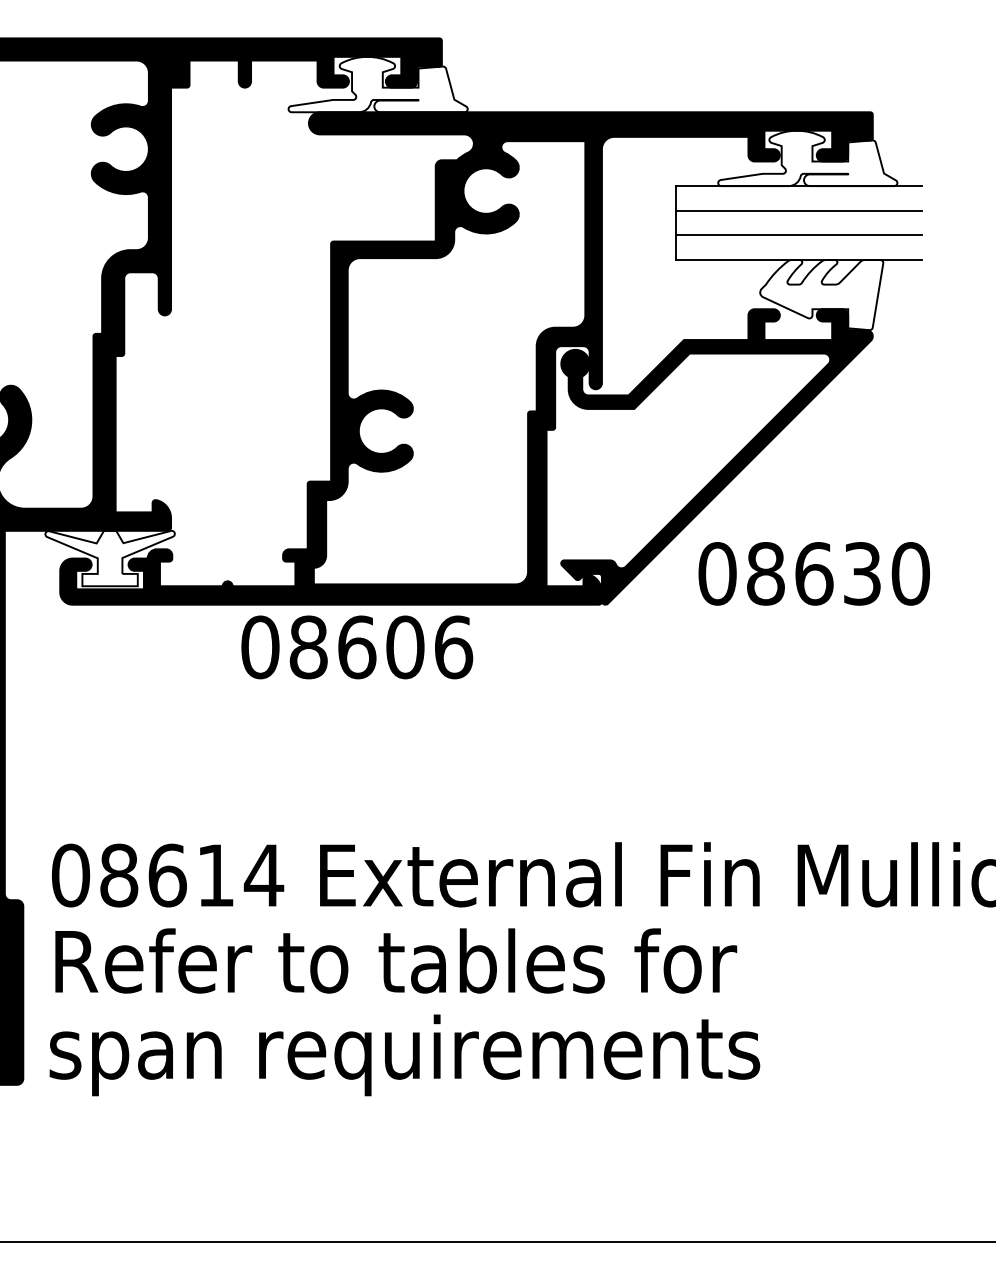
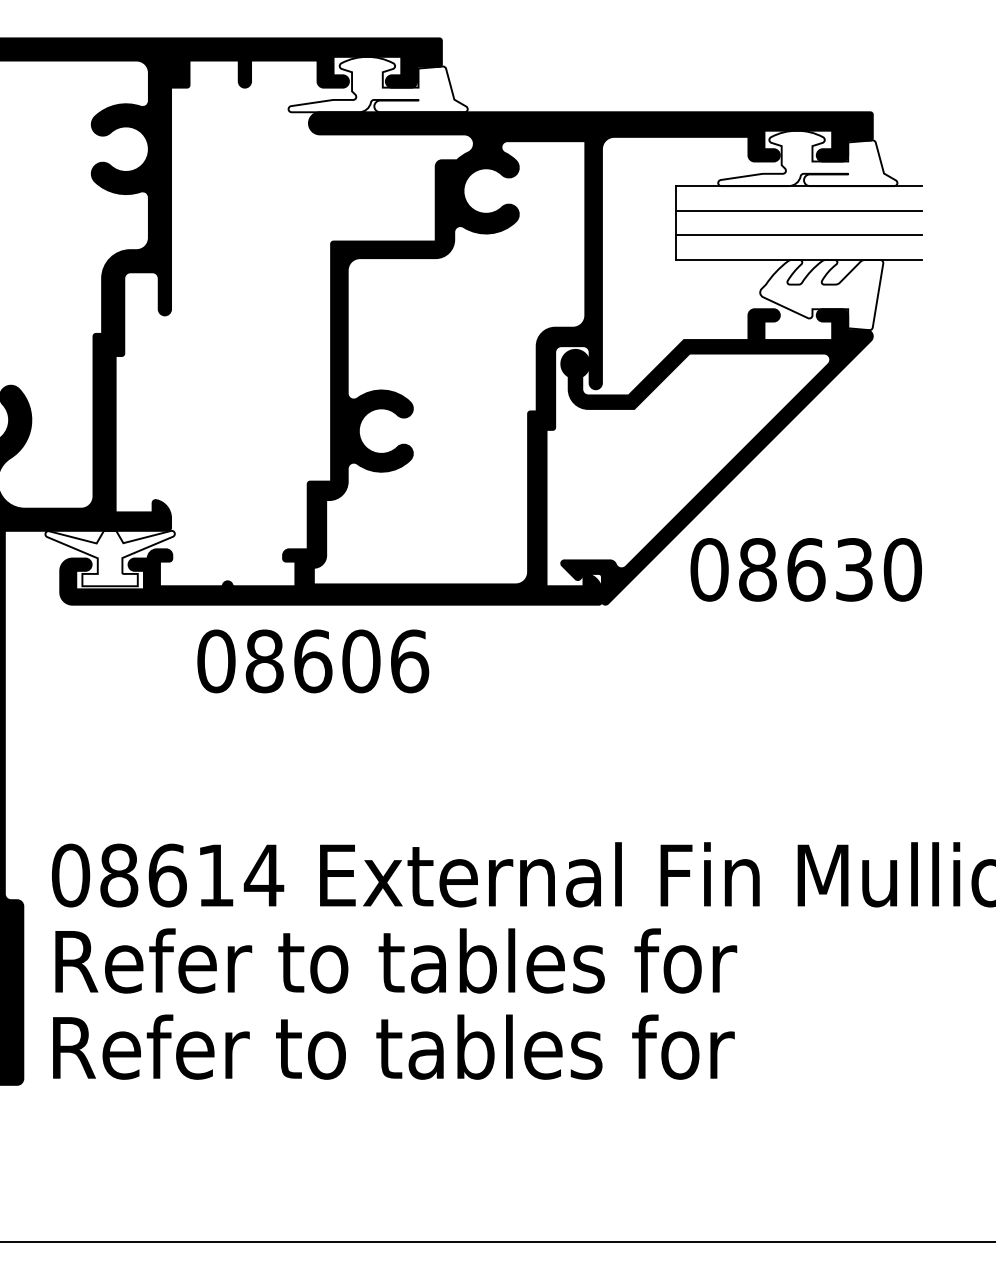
text at (813, 573) position: (813, 573) -> (805, 569)
text at (357, 647) position: (357, 647) -> (313, 661)
text at (404, 1055): span requirements -> Refer to tables for
